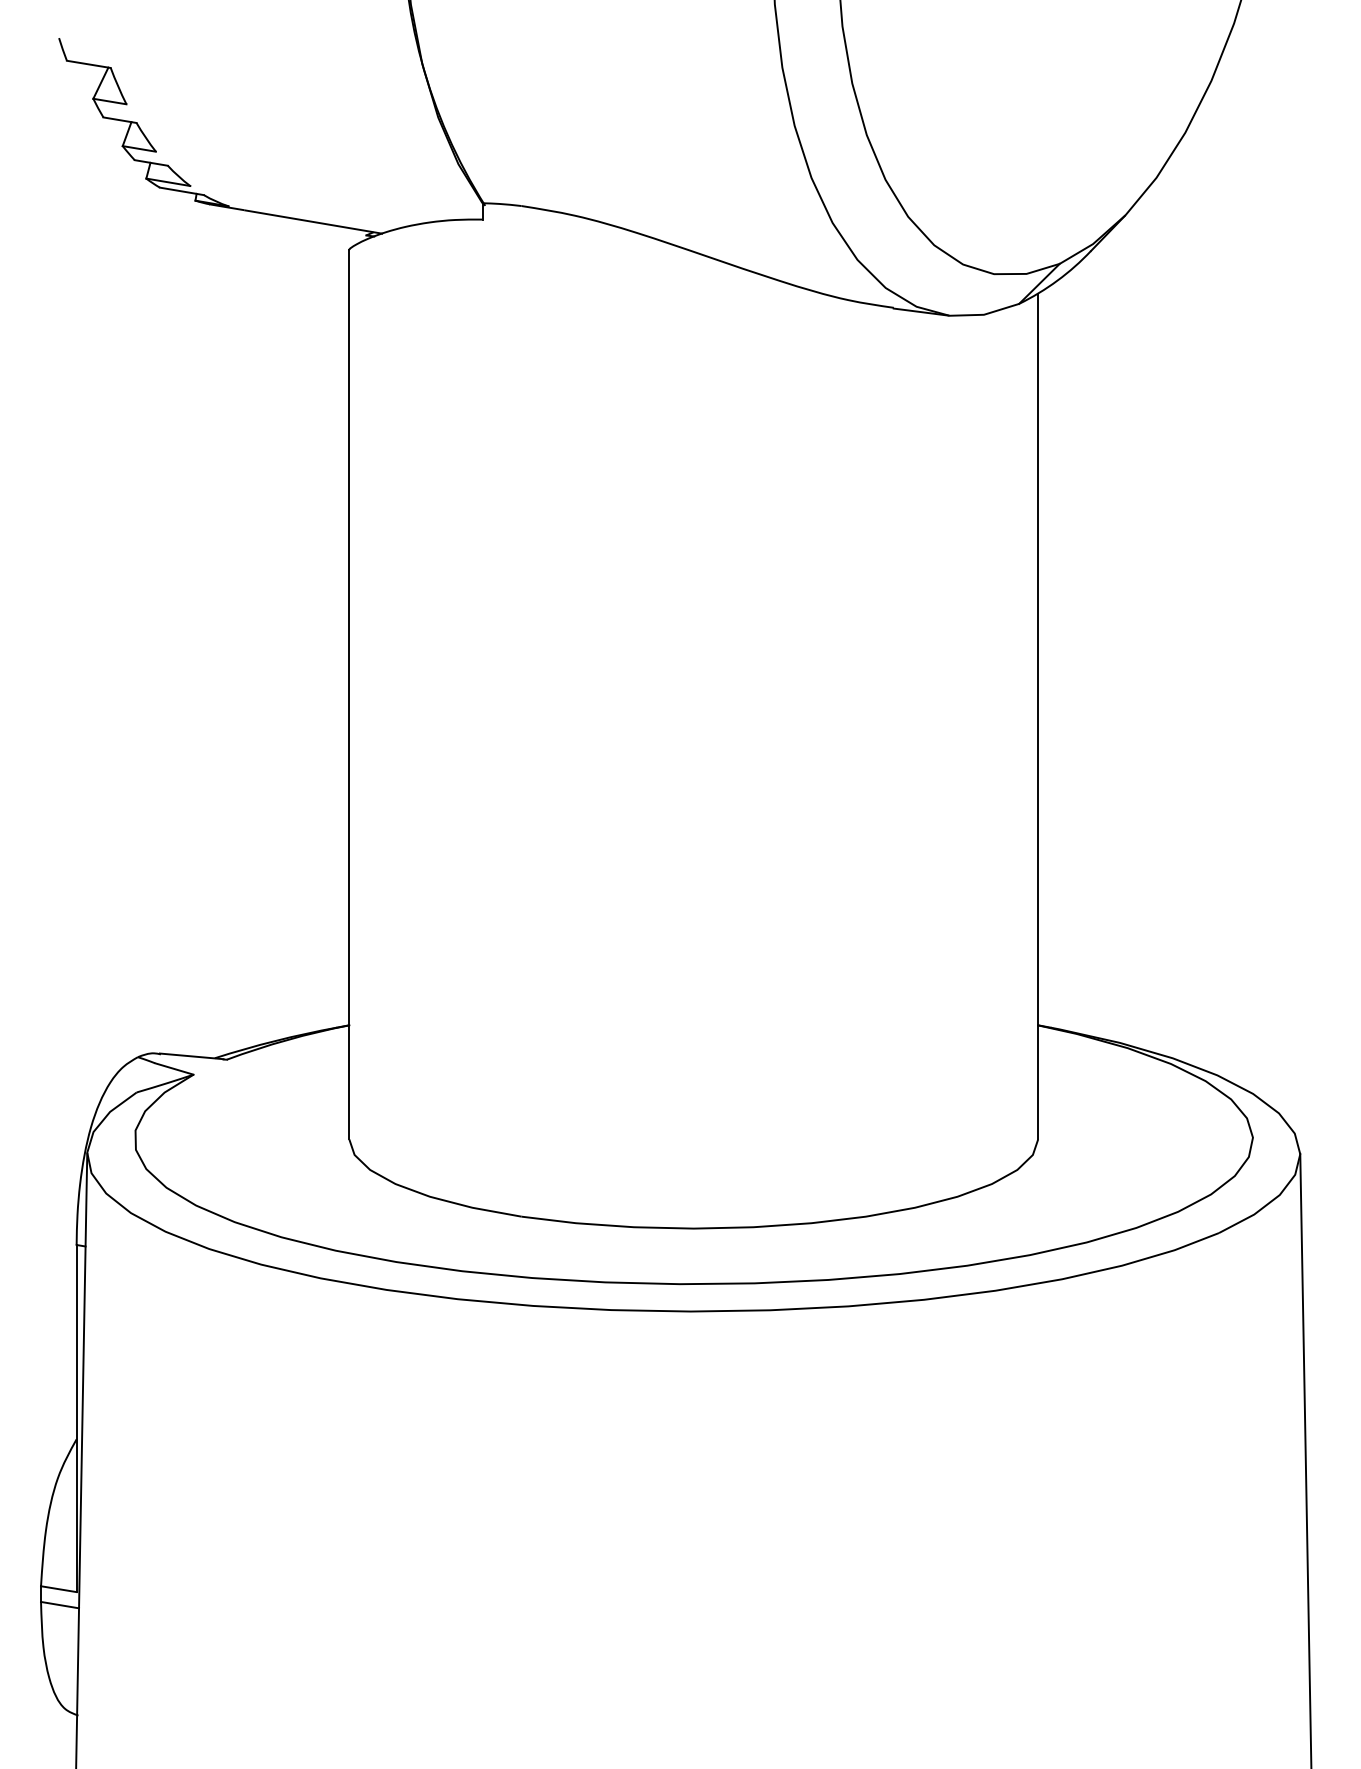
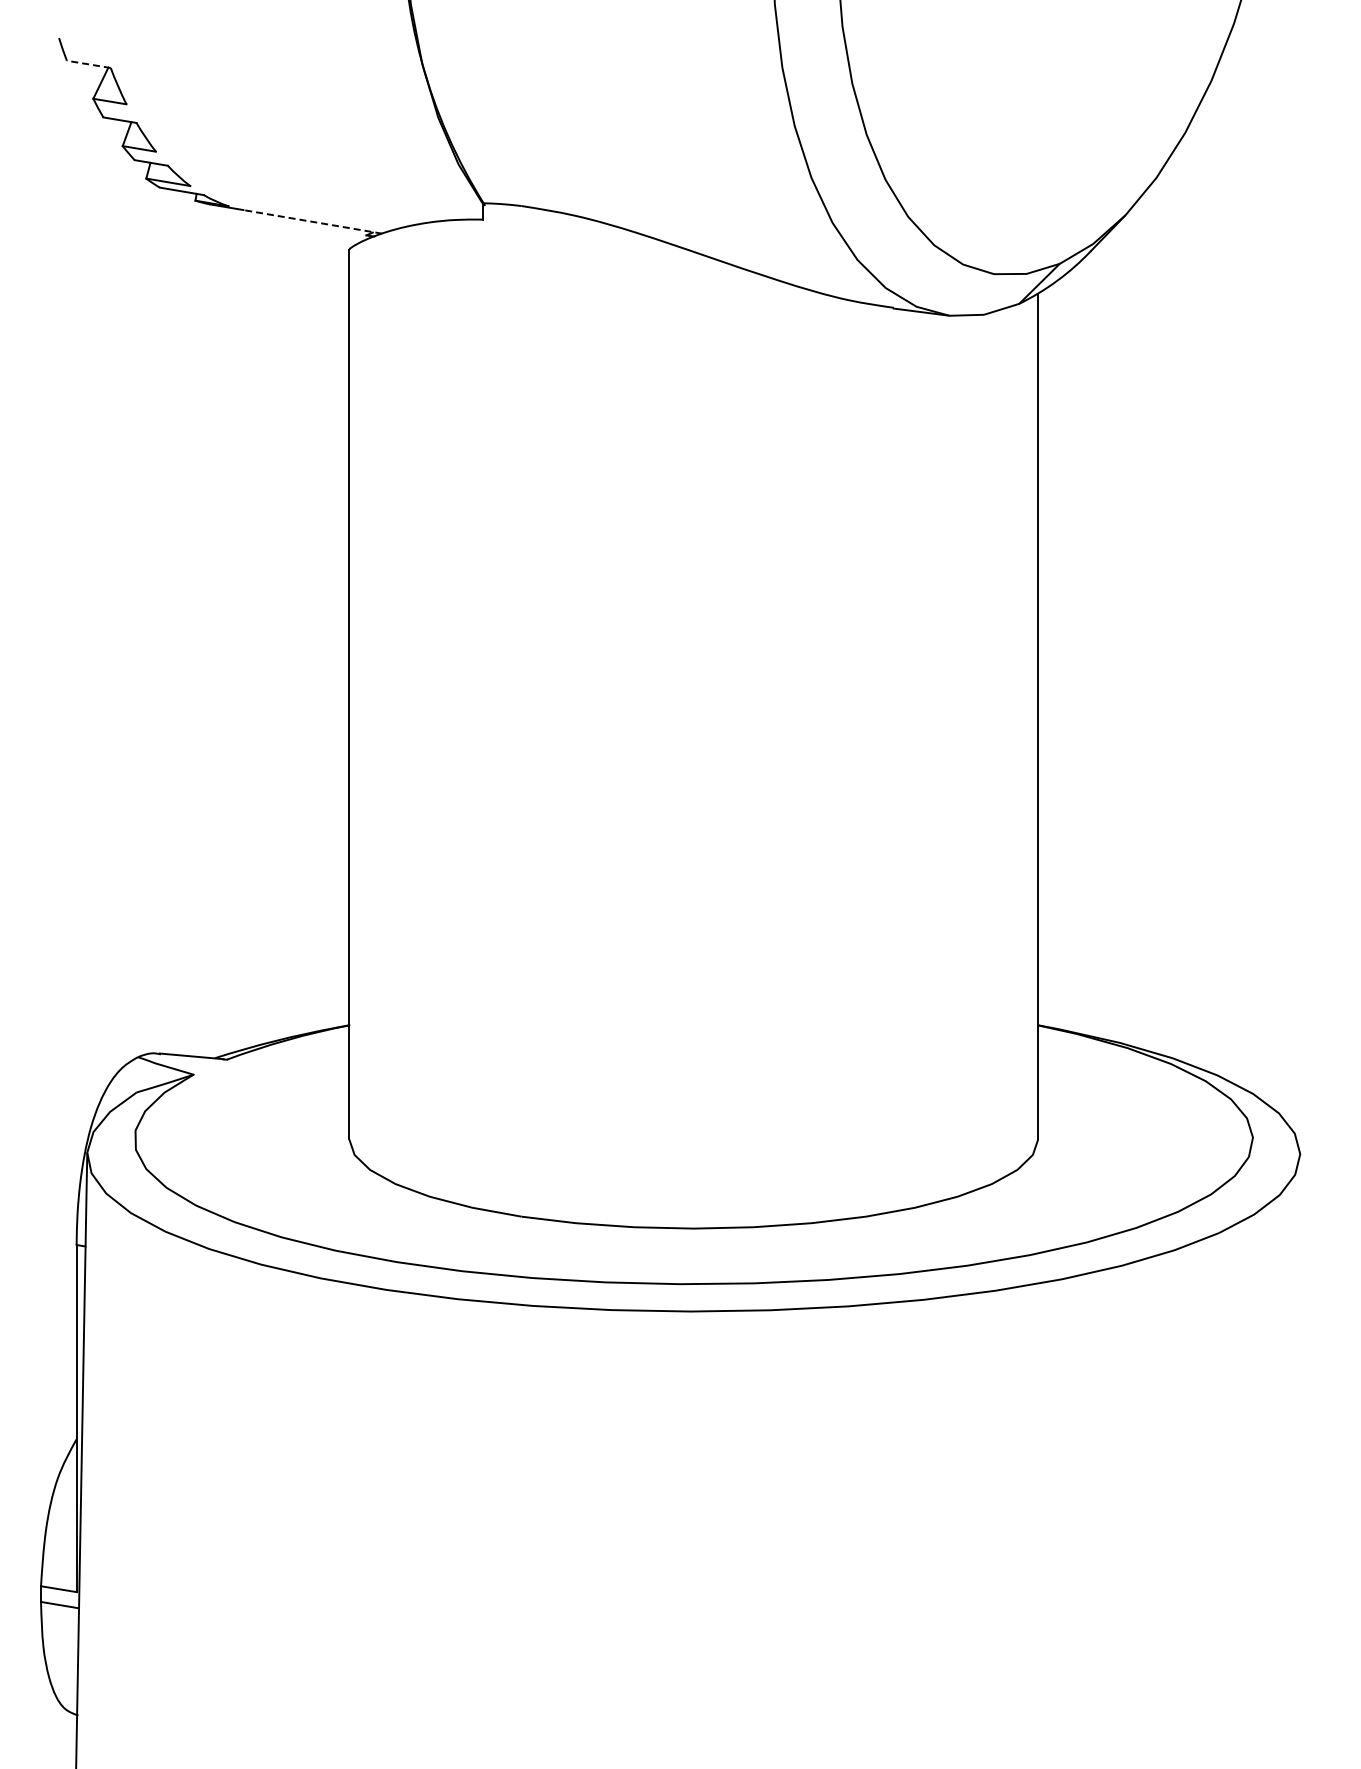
line at (88, 64): solid -> dashed
line at (314, 222): solid -> dashed
line at (1305, 1459): present -> none
